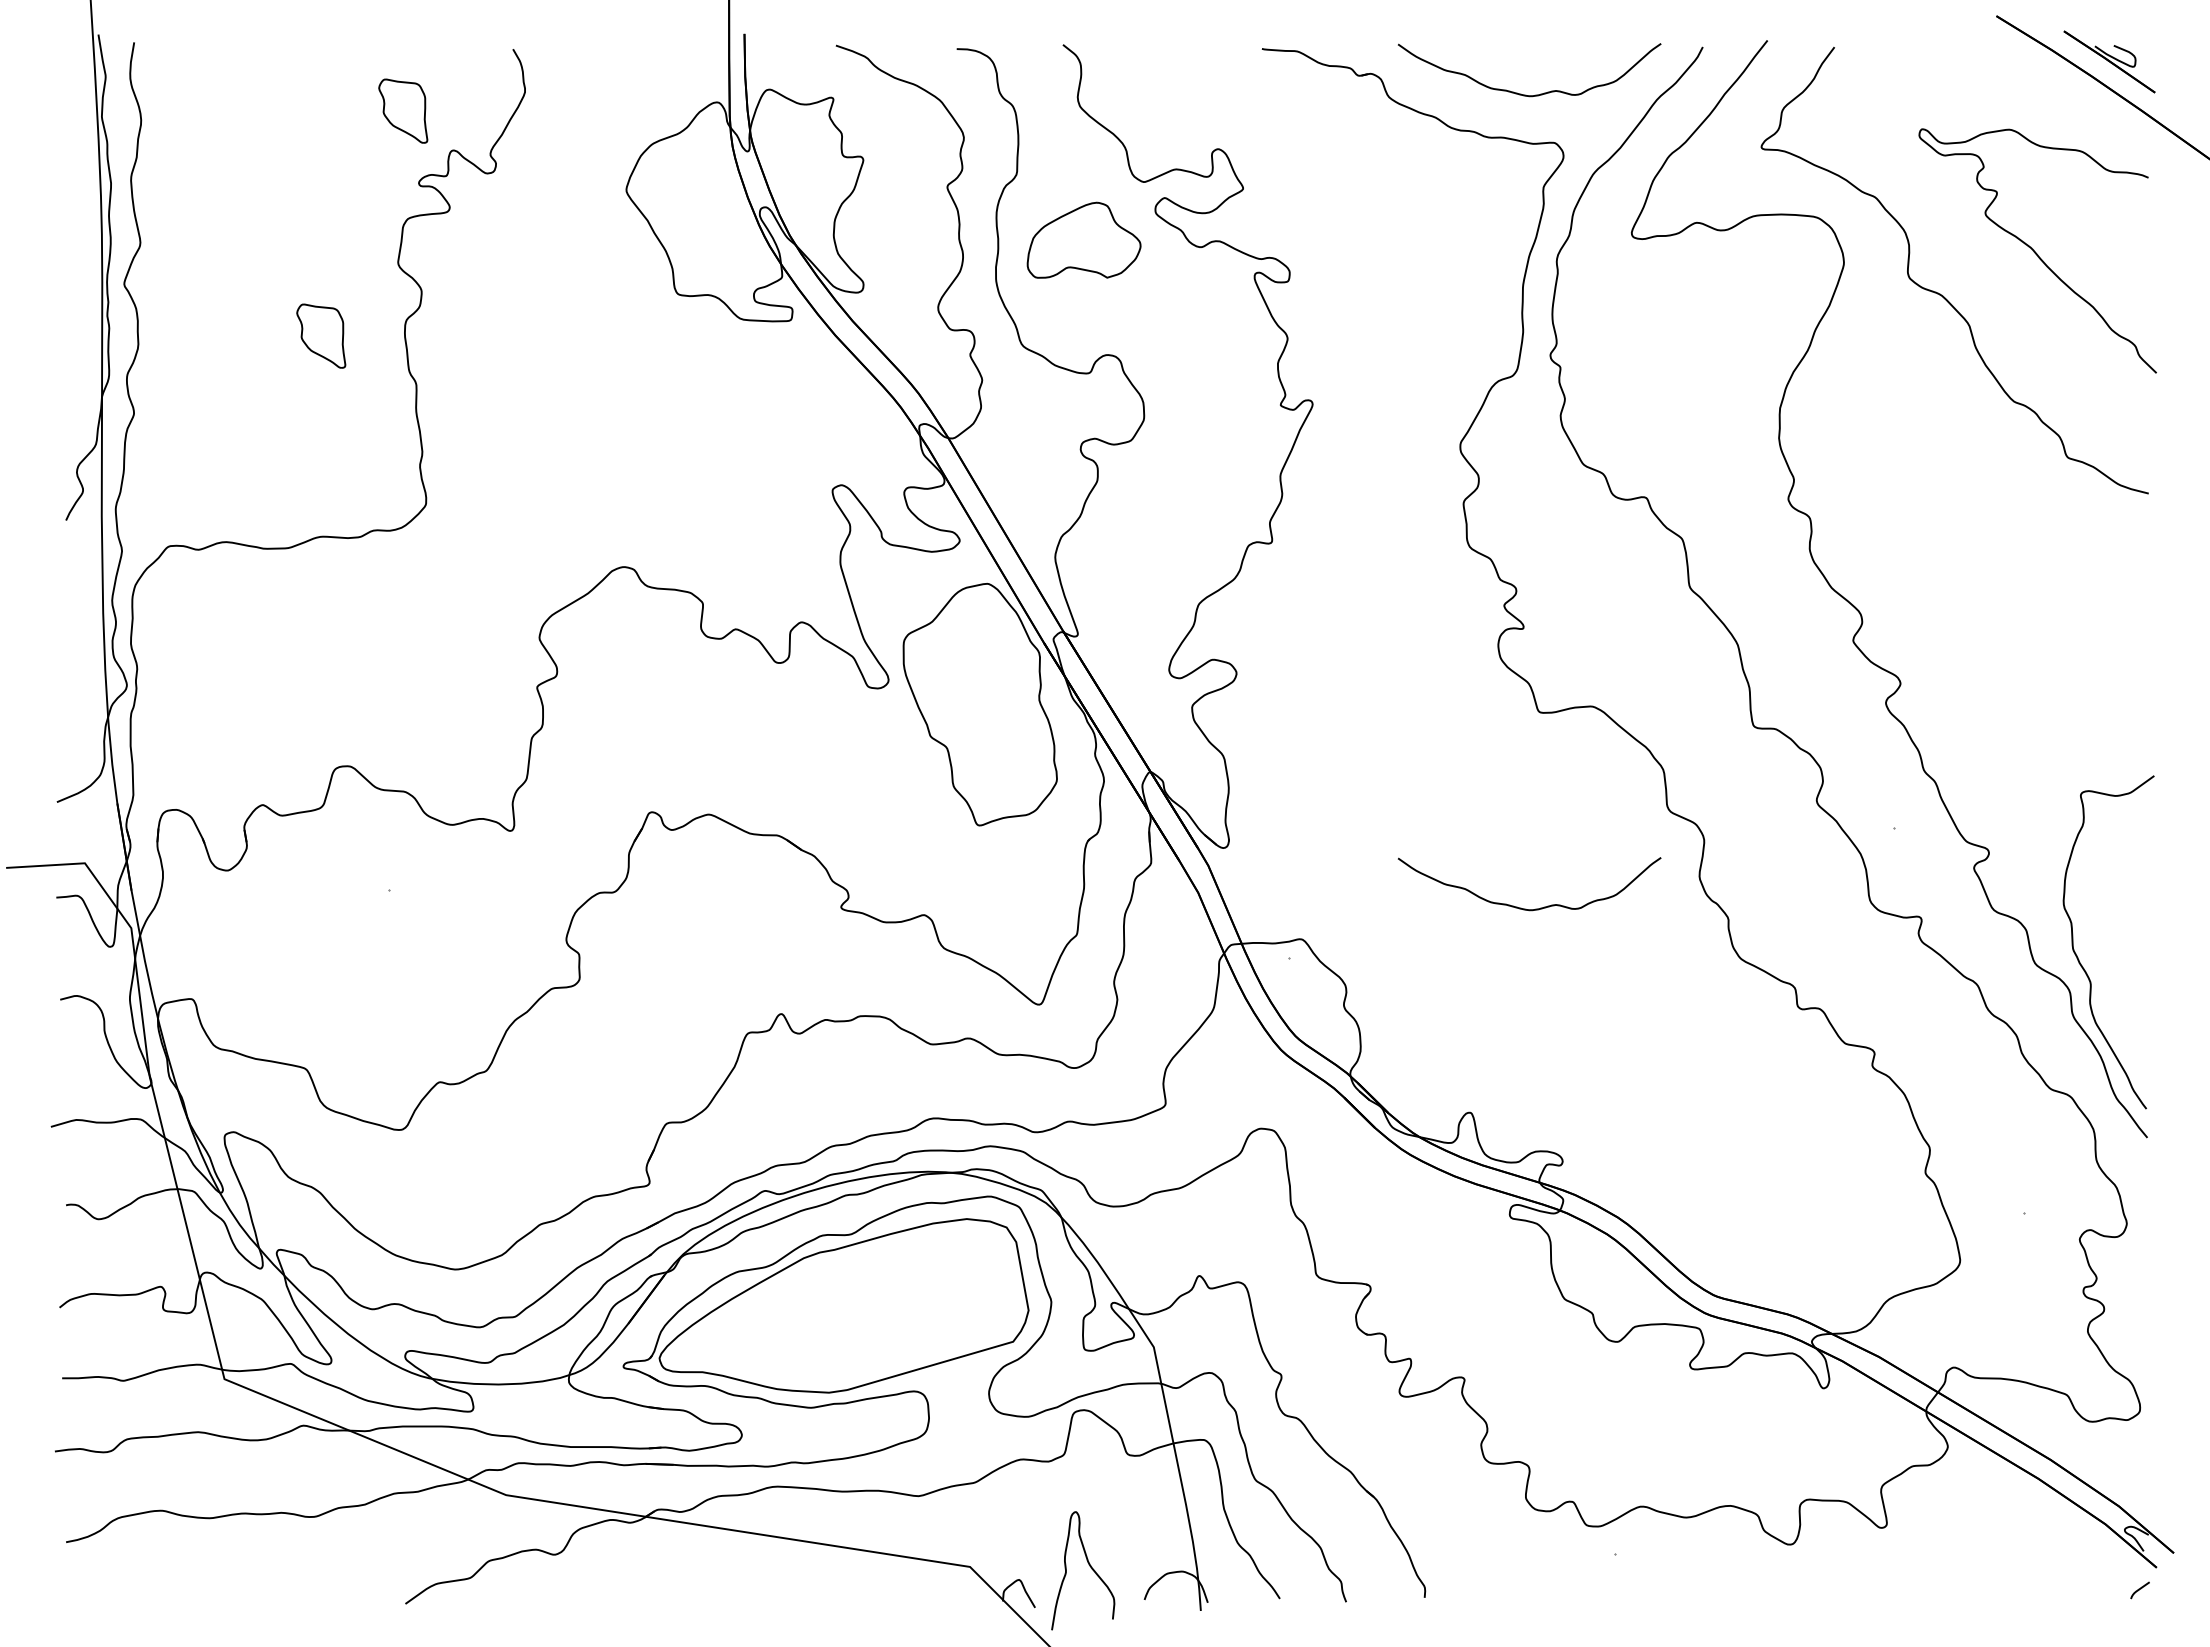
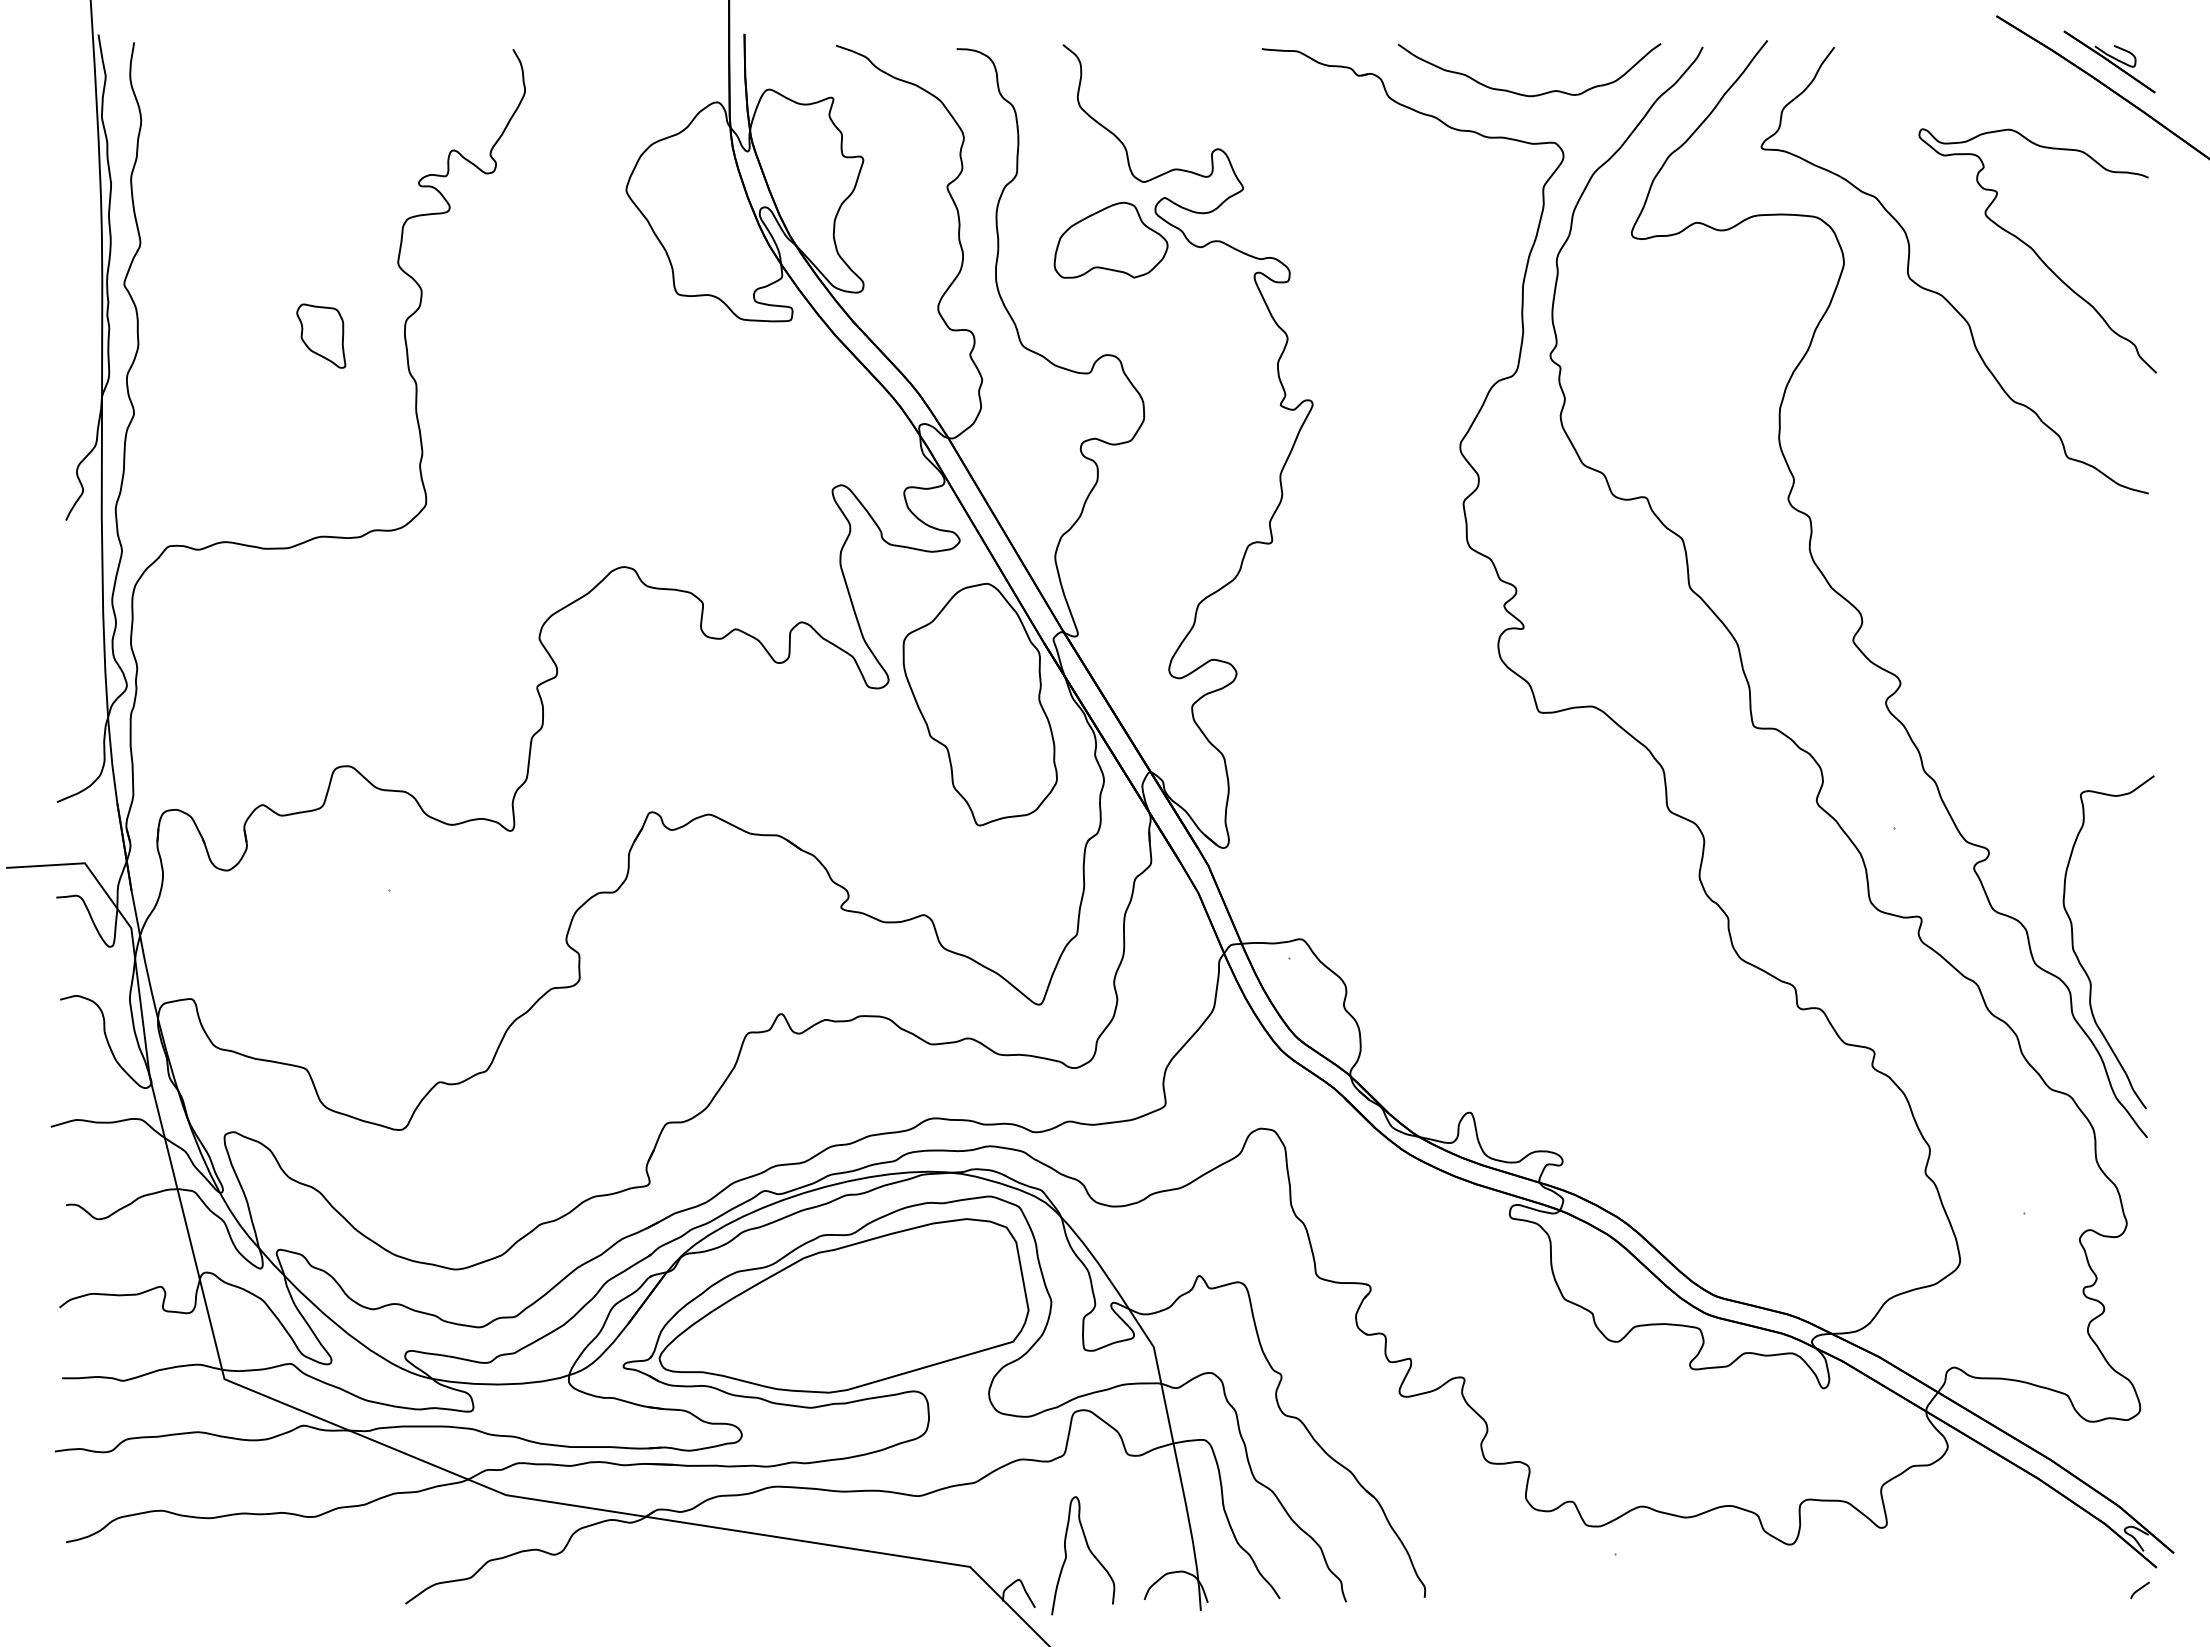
part at (403, 110): present -> none
part at (1083, 239) position: (1083, 239) -> (1110, 239)
curve at (1525, 908): present -> none
curve at (1089, 1566) position: (1089, 1566) -> (1089, 1551)
